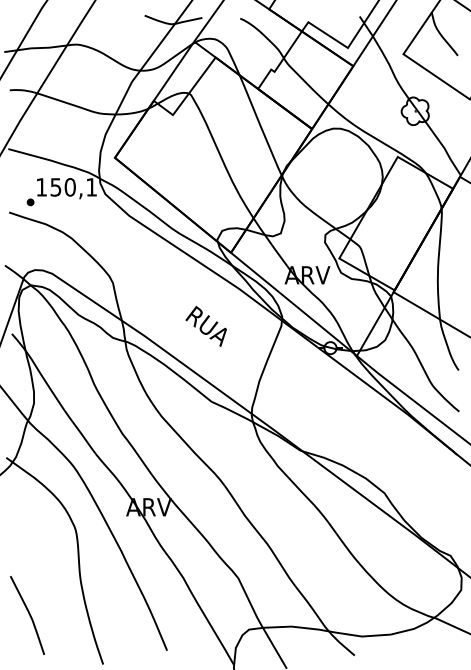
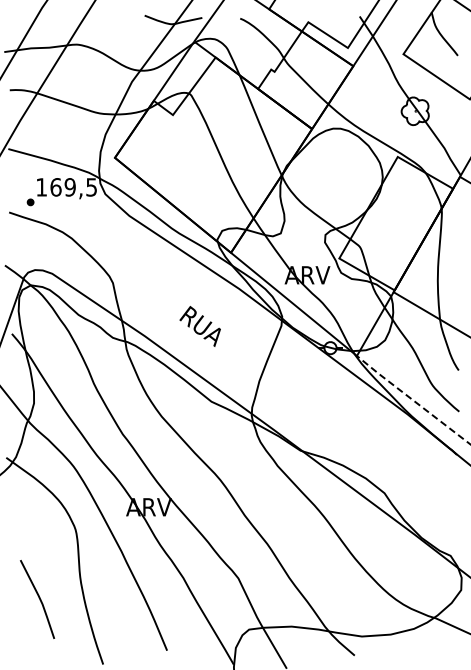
text at (73, 187): 150,1 -> 169,5
text at (205, 326) position: (205, 326) -> (199, 326)
line at (413, 400): solid -> dashed
line at (28, 614) position: (28, 614) -> (38, 598)
